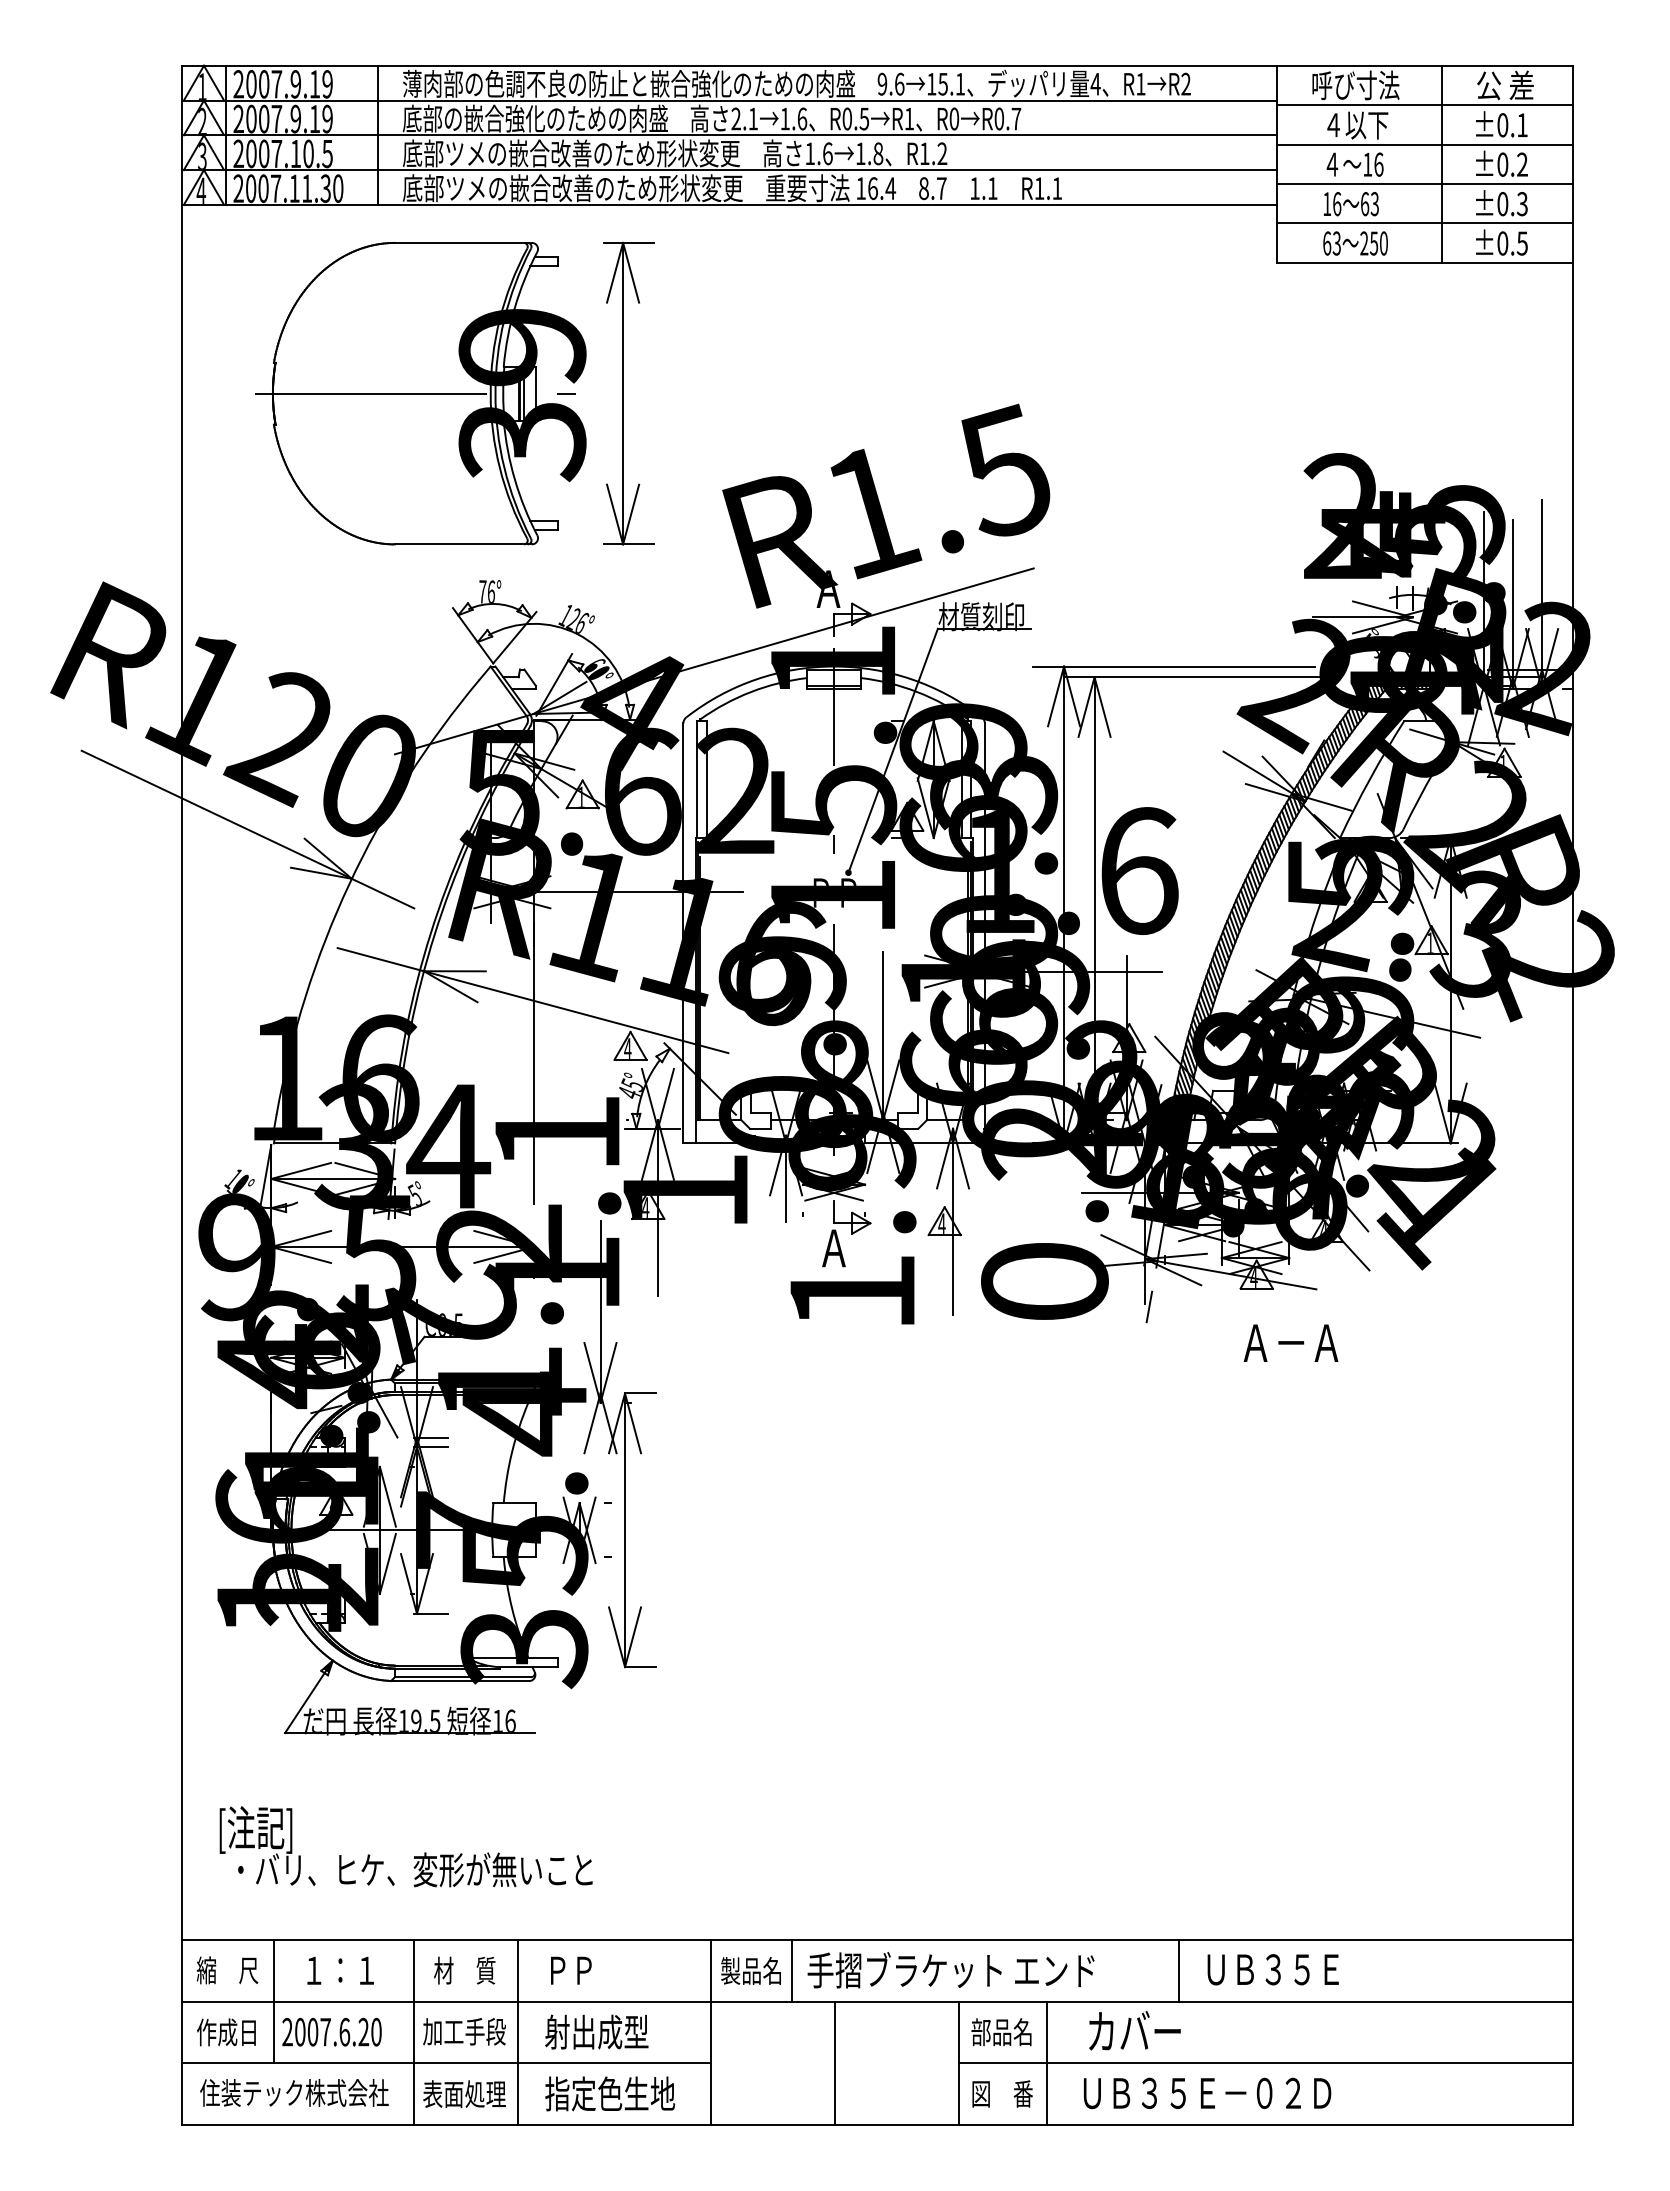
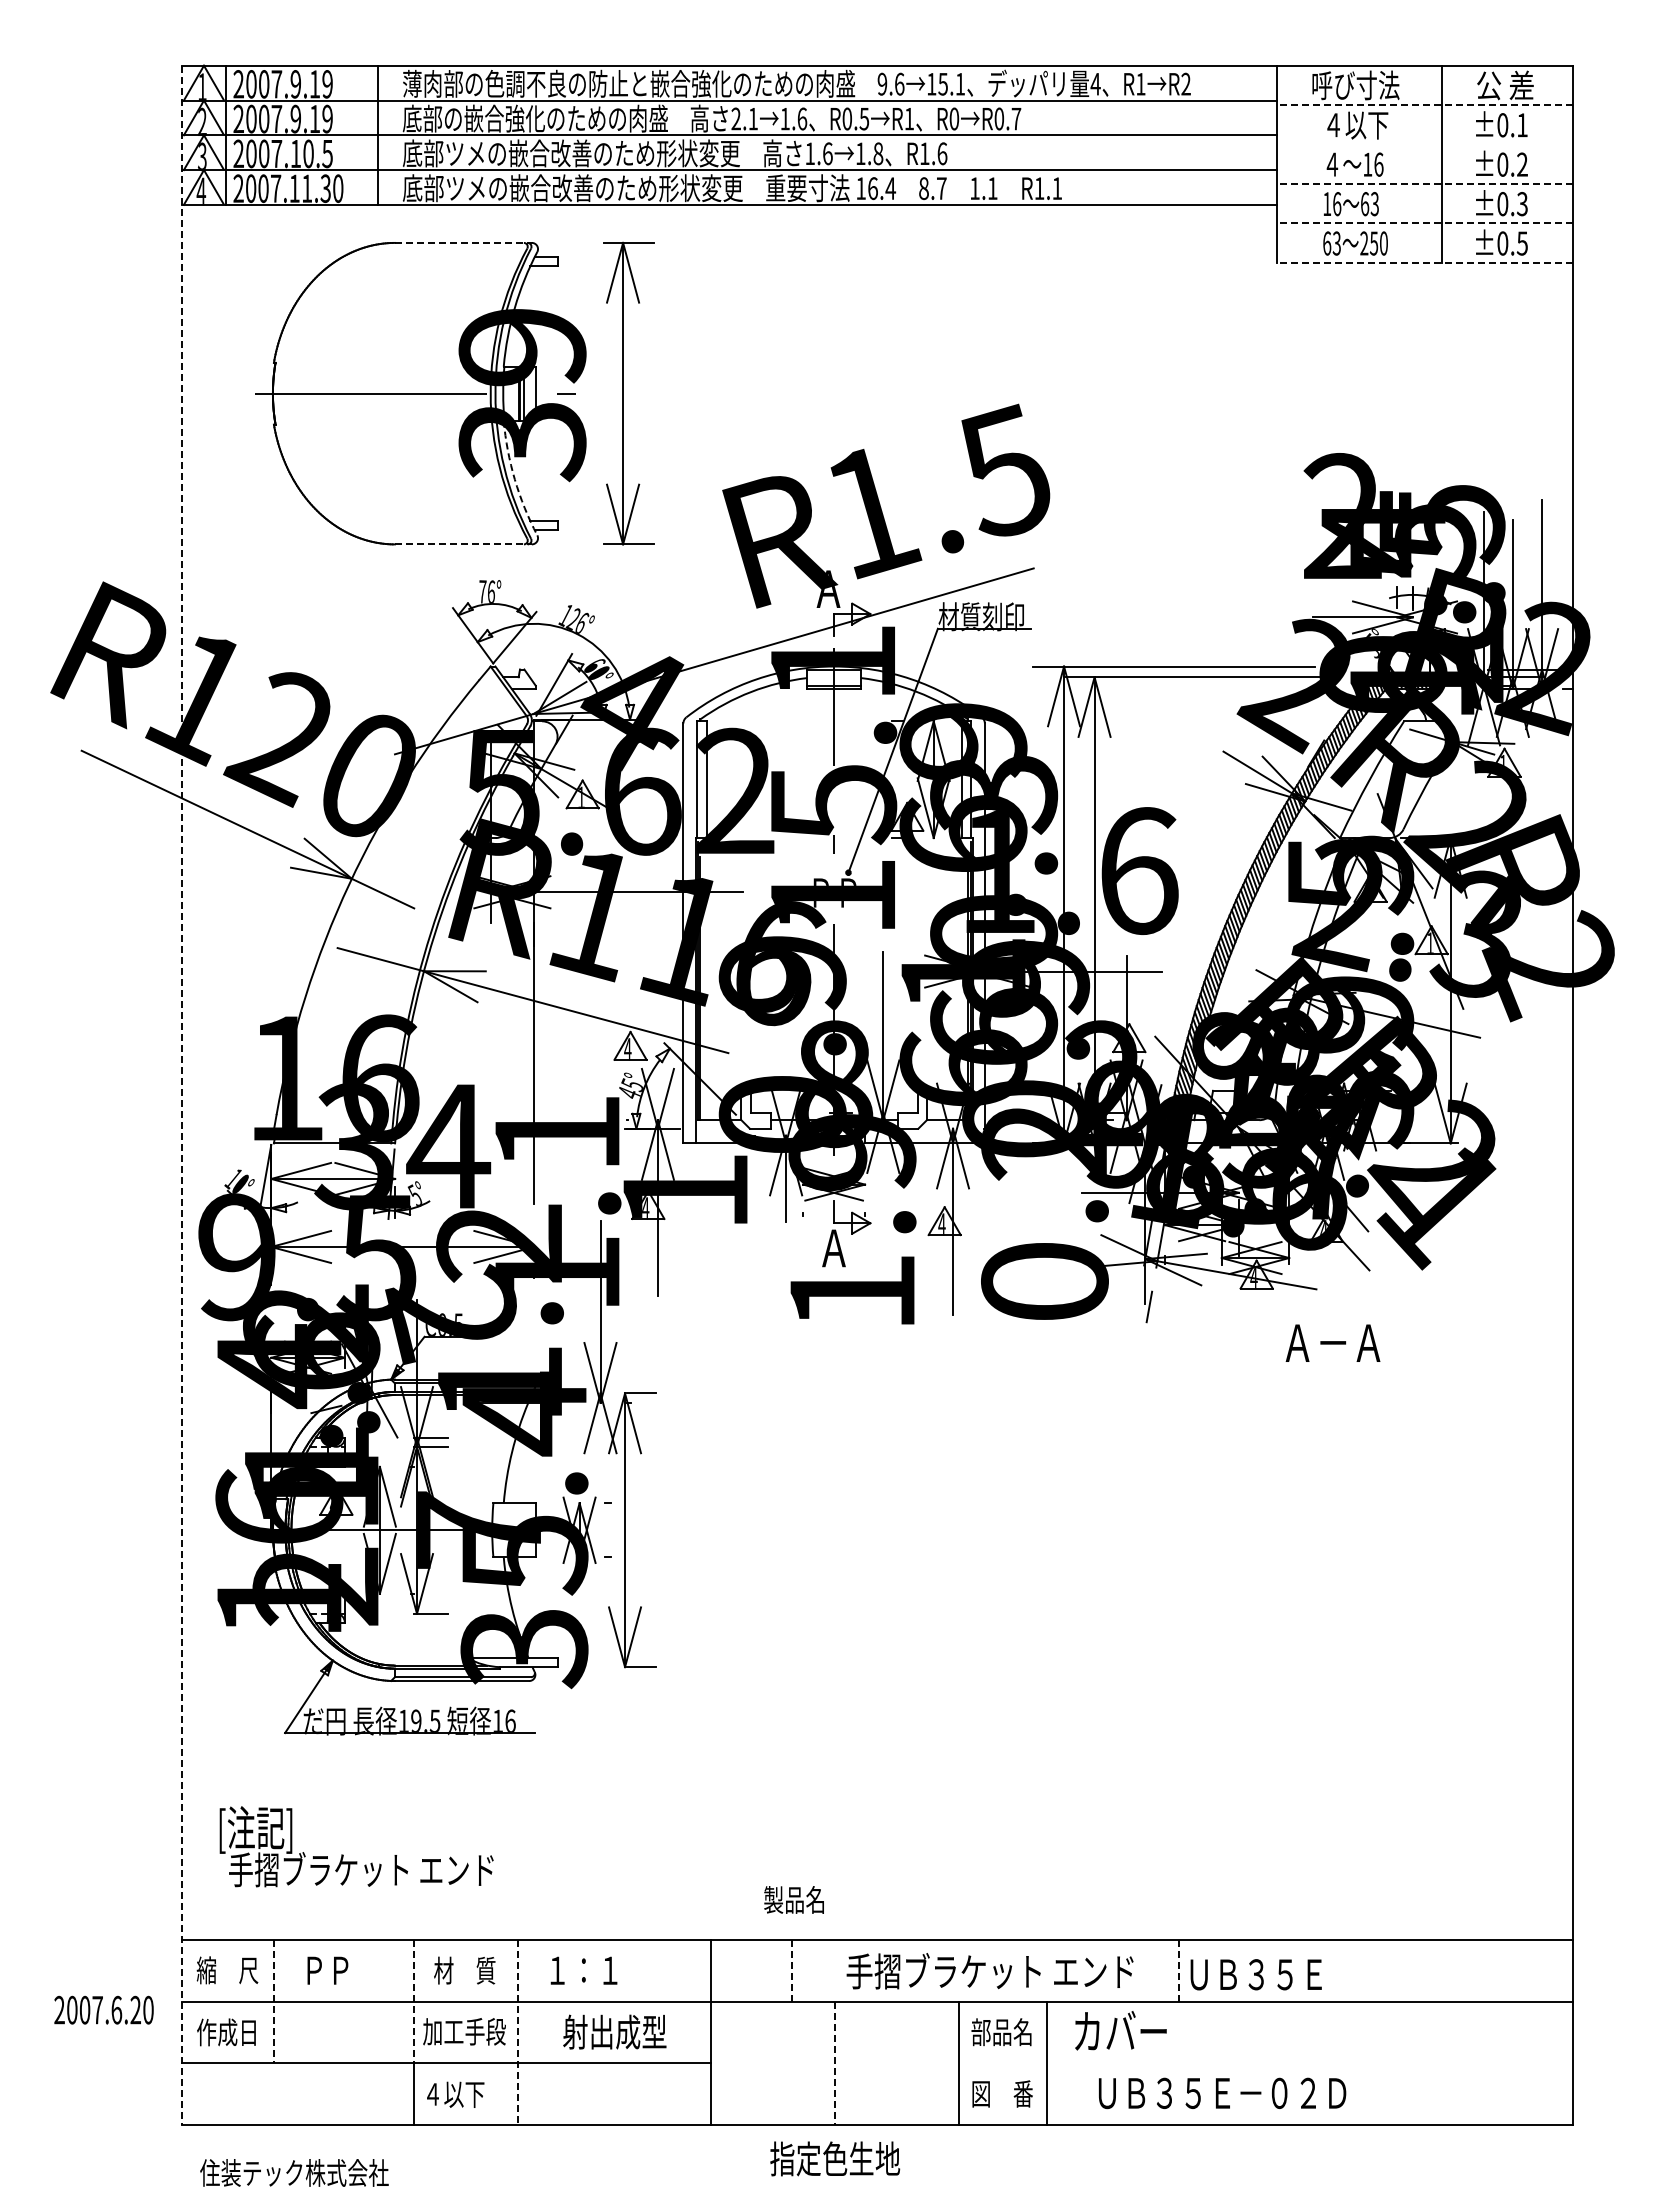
line at (1425, 105): solid -> dashed
line at (1425, 144): present -> none
text at (942, 153): R1.2 -> R1.6
line at (1425, 184): solid -> dashed
line at (1425, 223): solid -> dashed
line at (463, 242): solid -> dashed
line at (1425, 262): solid -> dashed
arc at (514, 479): solid -> dashed
line at (463, 544): solid -> dashed
line at (181, 1095): solid -> dashed
text at (1290, 1342) position: (1290, 1342) -> (1332, 1342)
text at (410, 1869): ・バリ、ヒケ、変形が無いこと -> 手摺ブラケット エンド
text at (1272, 1969) position: (1272, 1969) -> (1255, 1974)
text at (340, 1970): １：１ -> ＰＰ
text at (583, 1970): ＰＰ -> １：１
text at (750, 1970) position: (750, 1970) -> (793, 1899)
line at (792, 1970): solid -> dashed
text at (950, 1970) position: (950, 1970) -> (989, 1971)
line at (1179, 1970): solid -> dashed
line at (274, 2001): solid -> dashed
line at (413, 2001): solid -> dashed
text at (1134, 2030) position: (1134, 2030) -> (1120, 2030)
text at (331, 2031) position: (331, 2031) -> (103, 2009)
text at (596, 2031) position: (596, 2031) -> (614, 2031)
line at (517, 2032): solid -> dashed
line at (834, 2063): solid -> dashed
line at (1265, 2063): present -> none
text at (294, 2092) position: (294, 2092) -> (294, 2172)
text at (464, 2093): 表面処理 -> ４以下
text at (610, 2093) position: (610, 2093) -> (835, 2158)
text at (1207, 2093) position: (1207, 2093) -> (1222, 2093)
